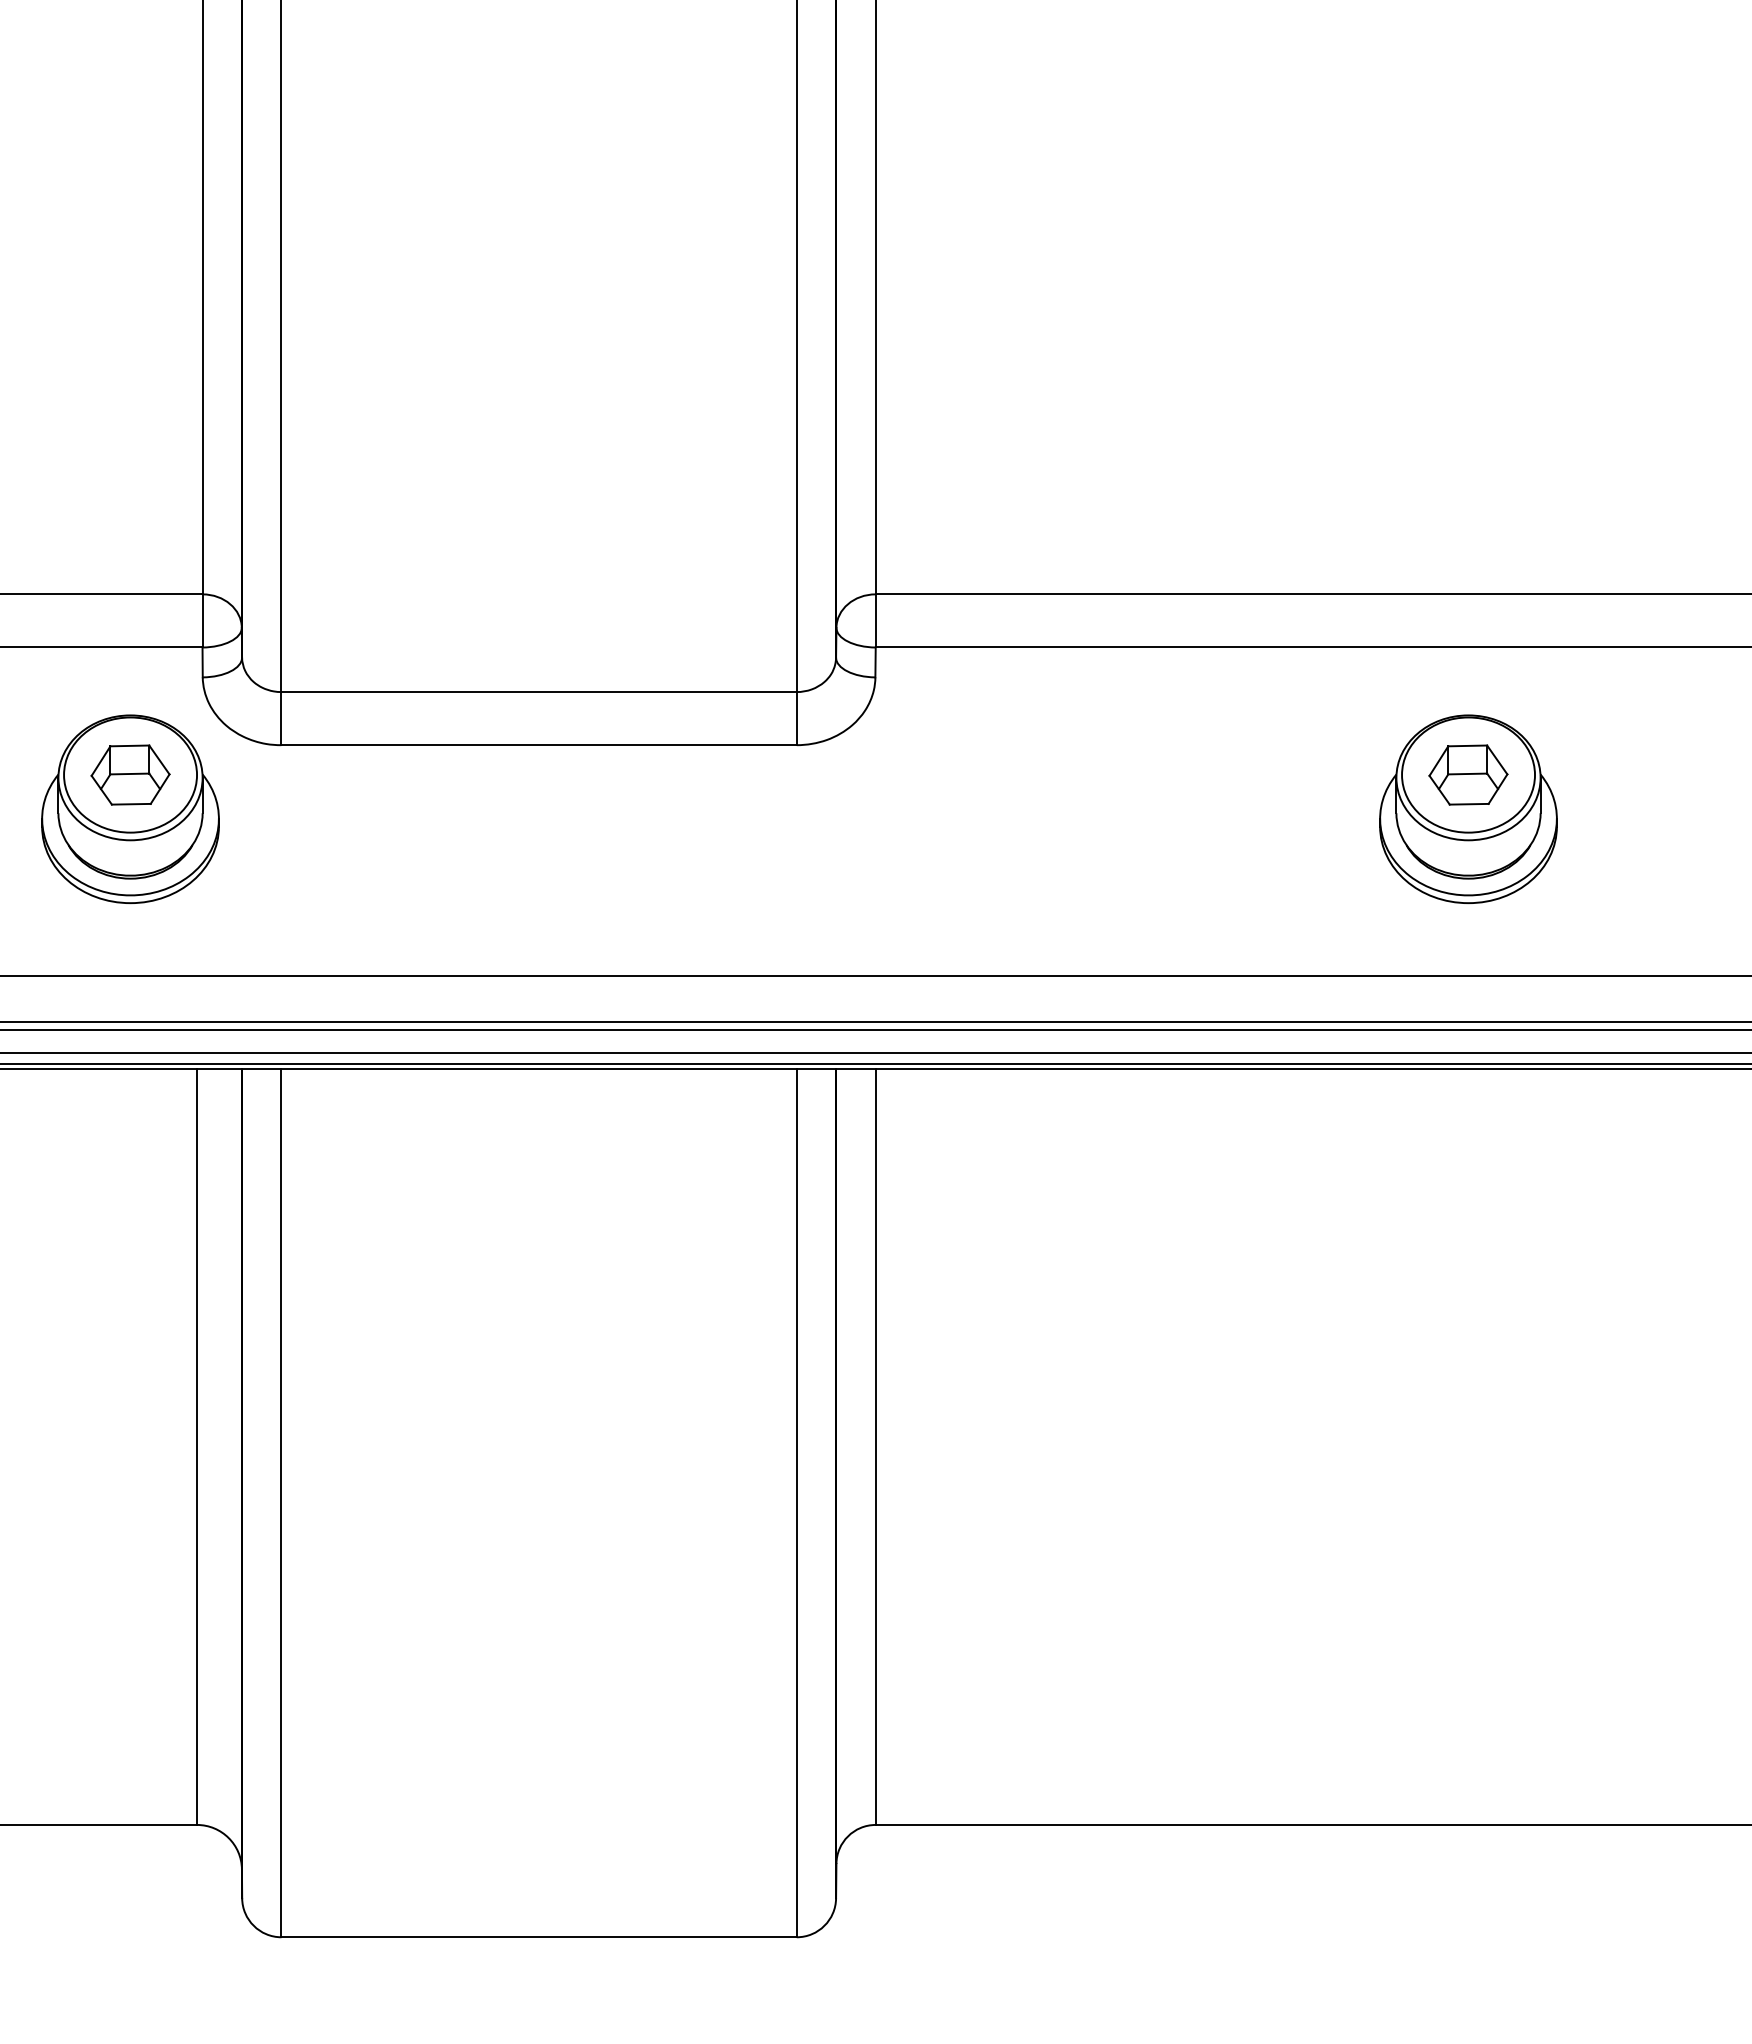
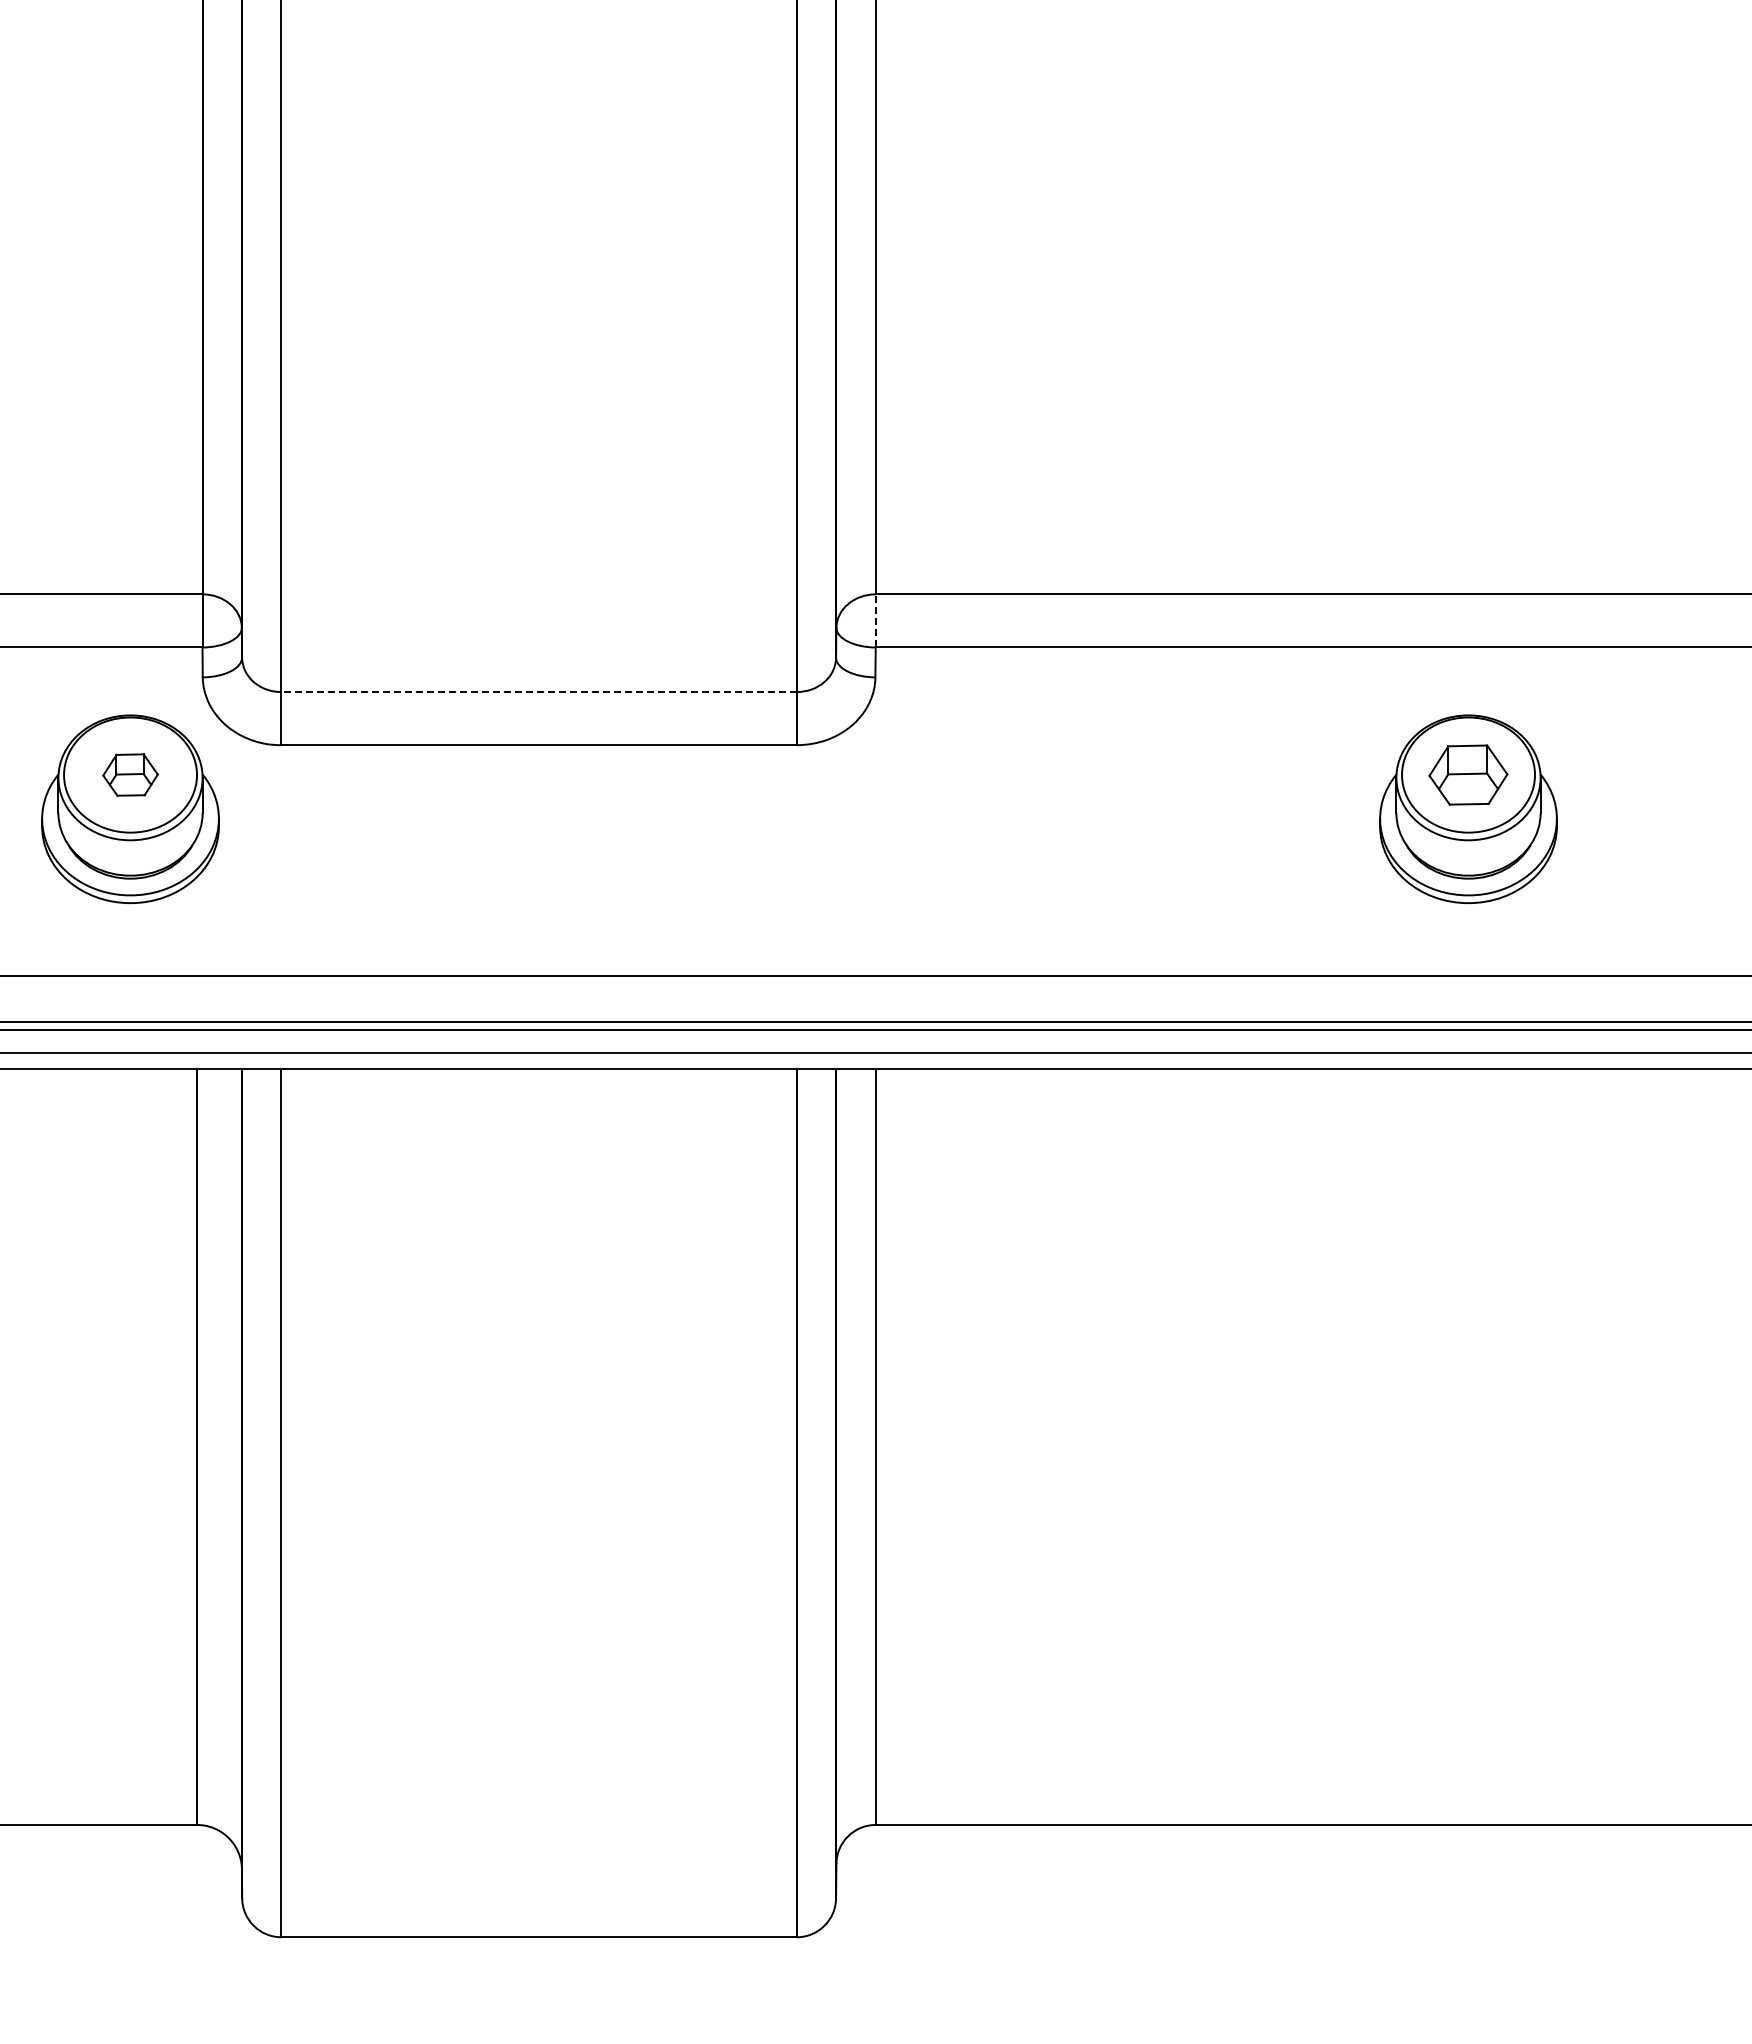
line at (875, 620): solid -> dashed
line at (539, 692): solid -> dashed
part at (130, 774) size: 81x62 px -> 57x44 px
line at (875, 1064): present -> none
